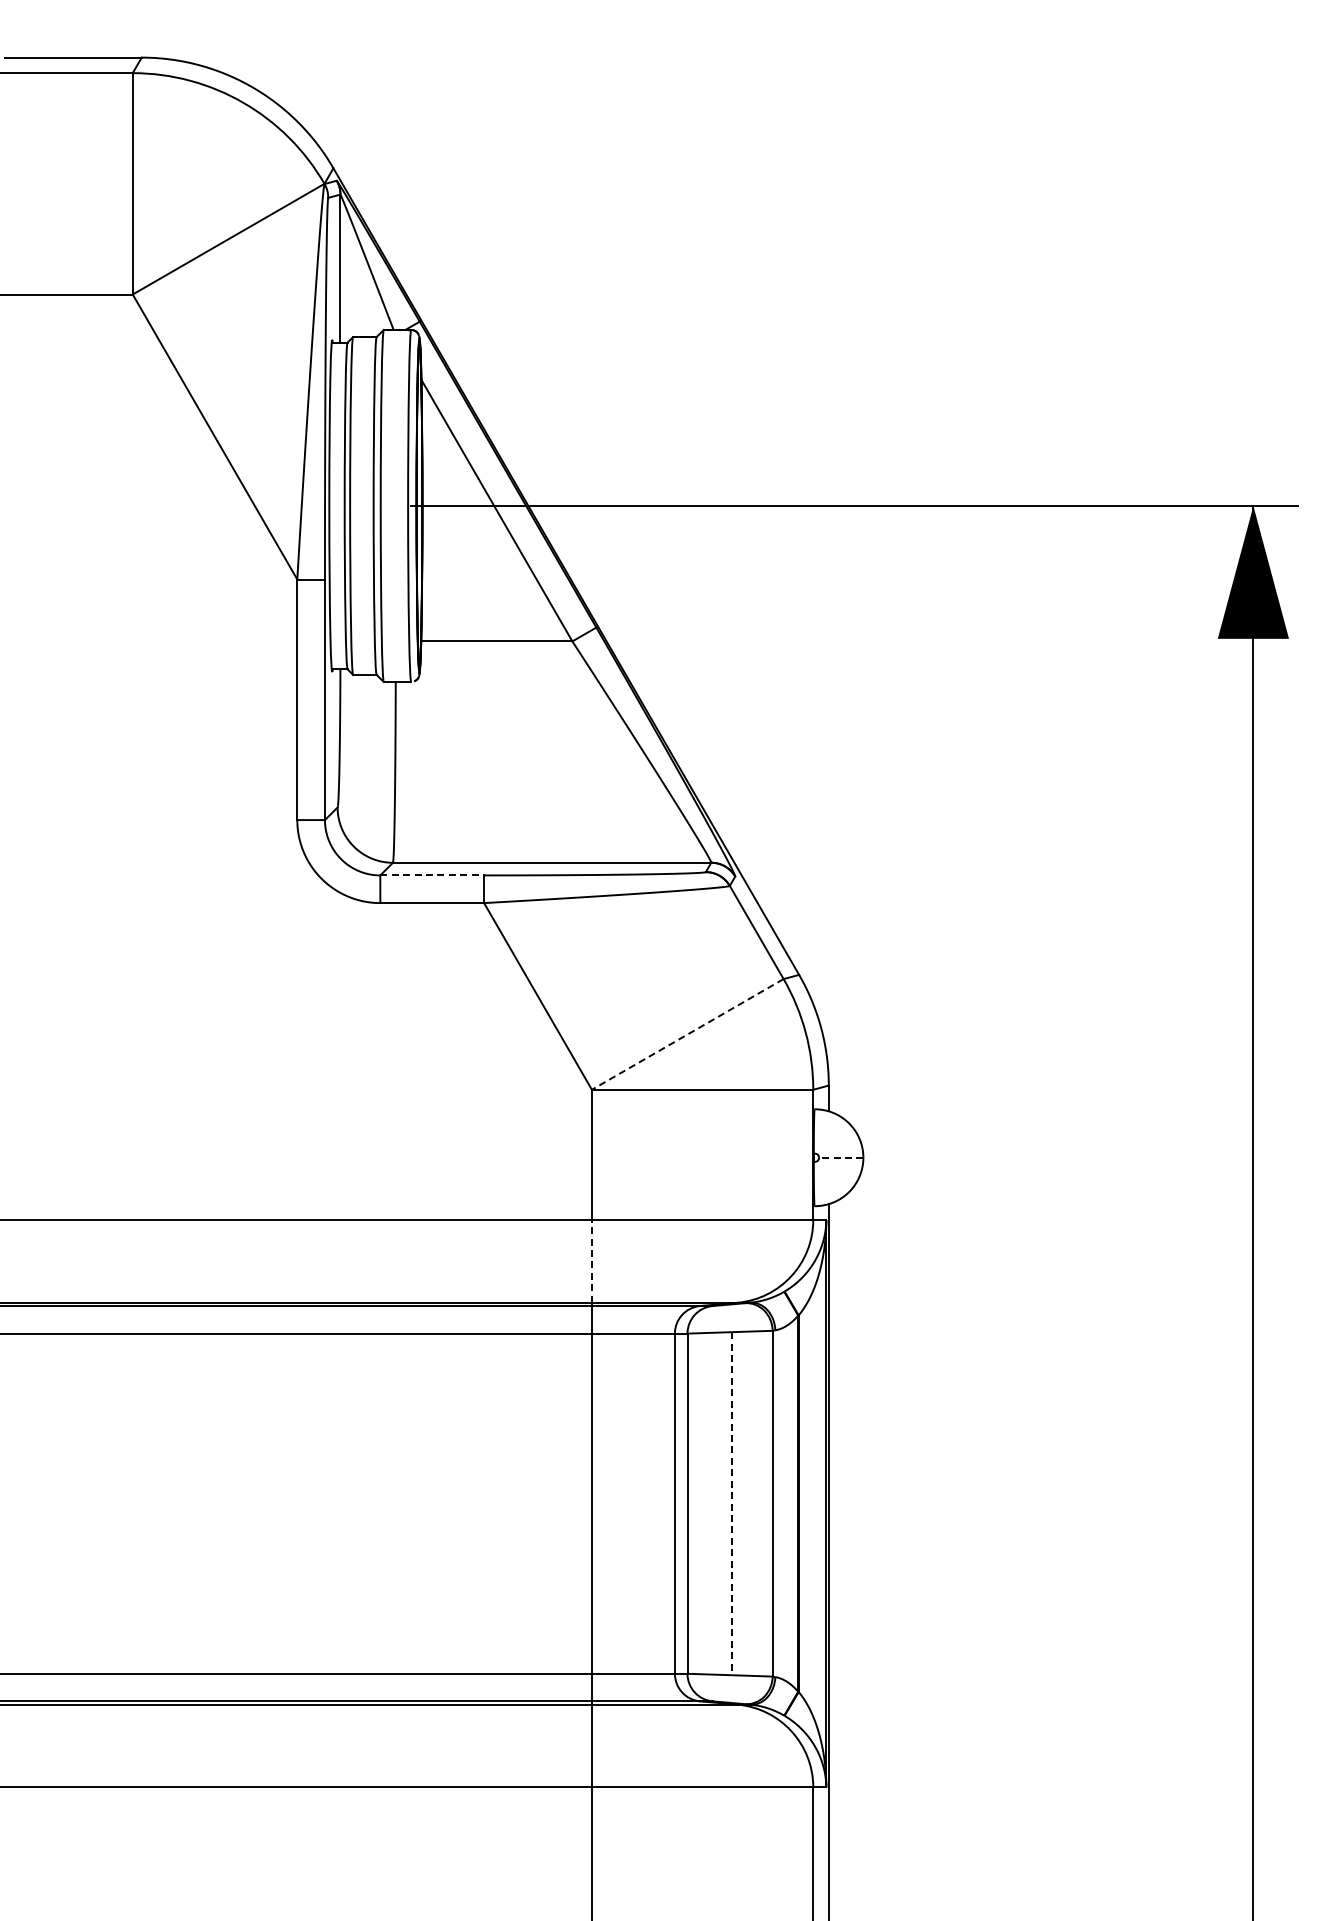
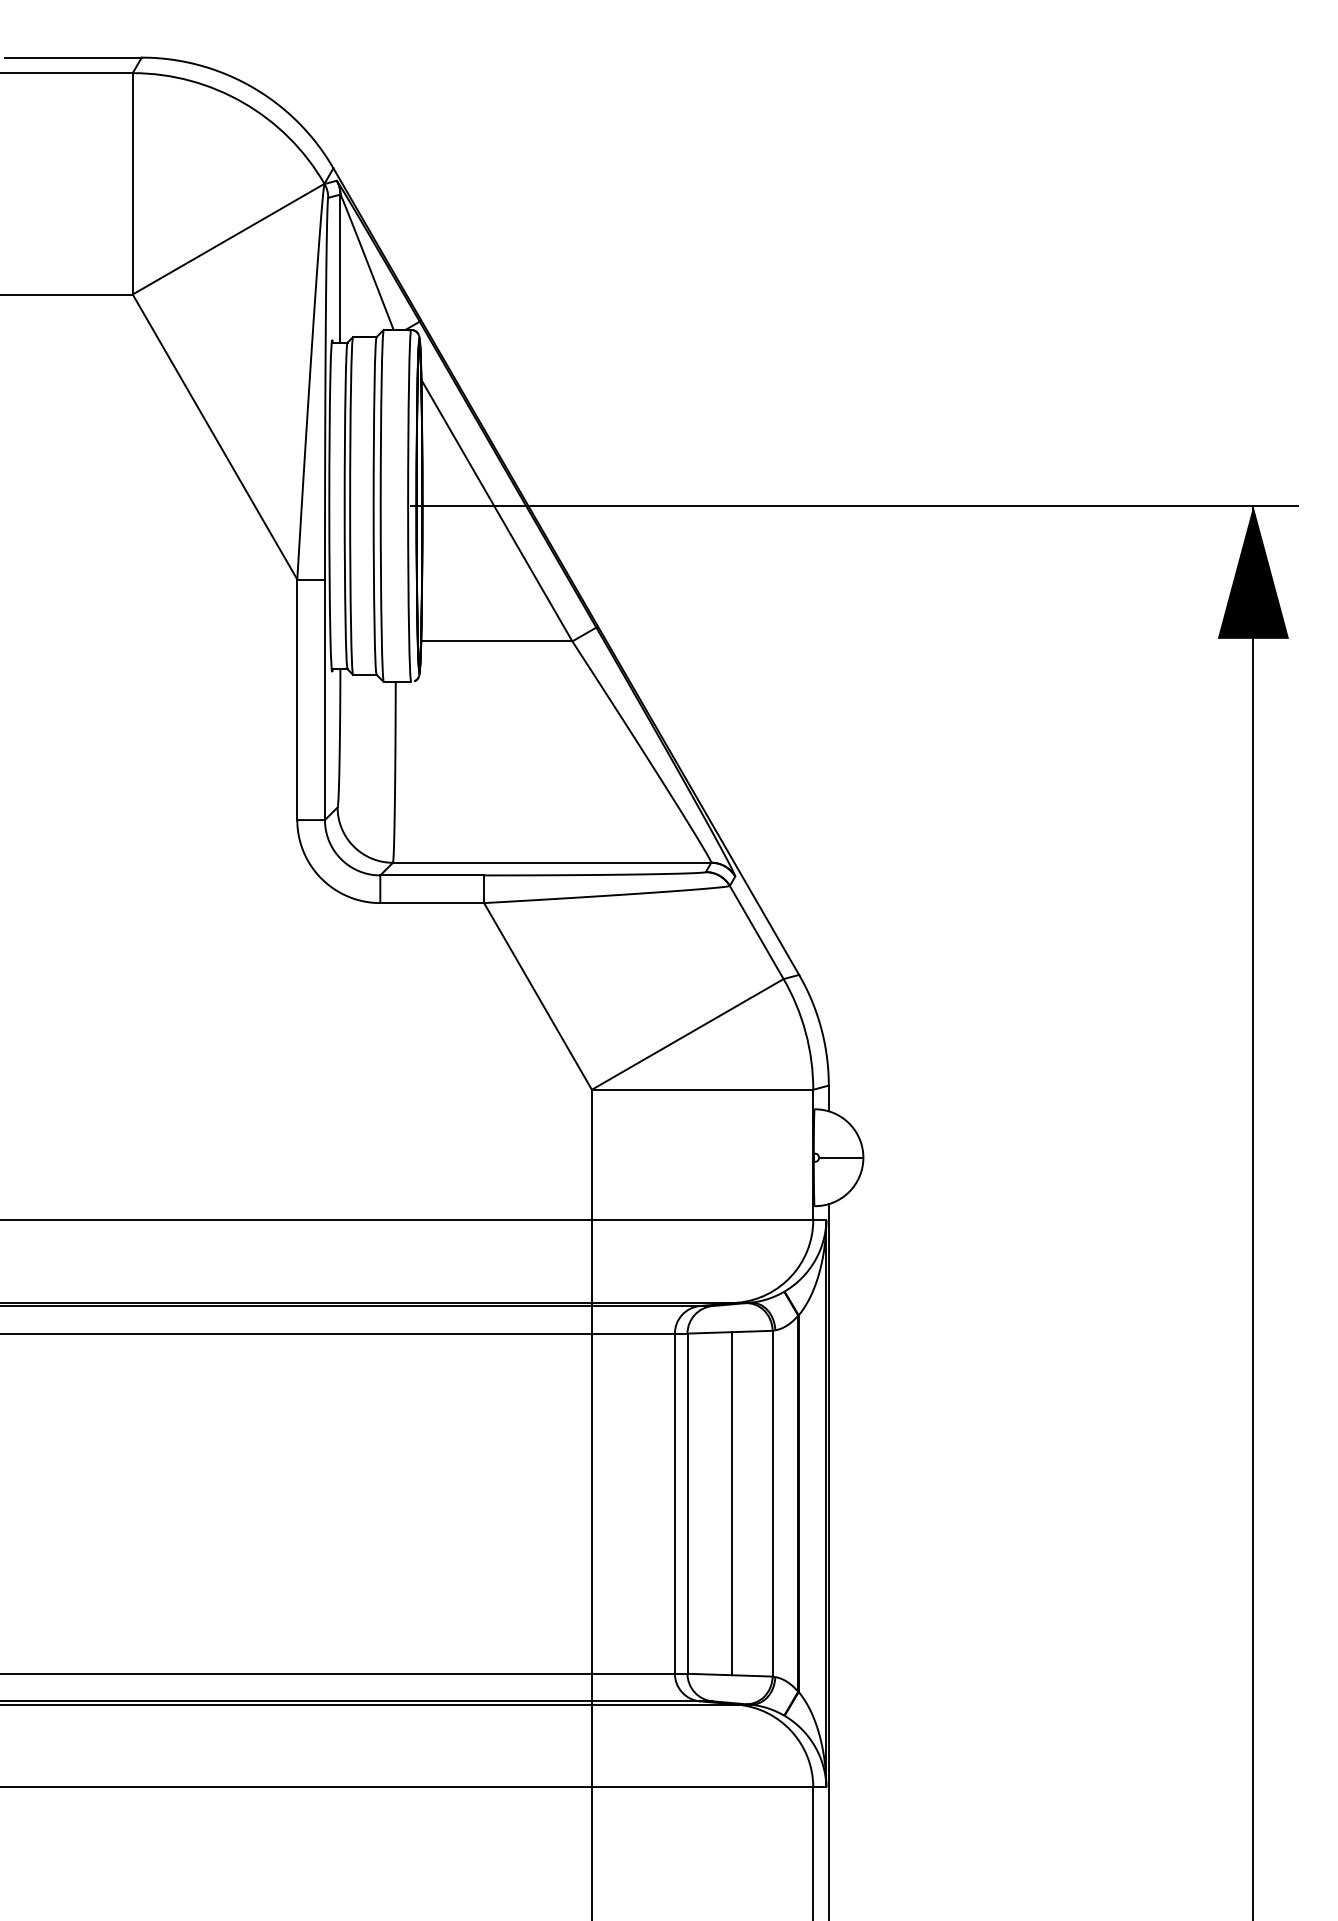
line at (432, 875): dashed -> solid
line at (687, 1034): dashed -> solid
line at (840, 1157): dashed -> solid
line at (591, 1260): dashed -> solid
line at (731, 1503): dashed -> solid
